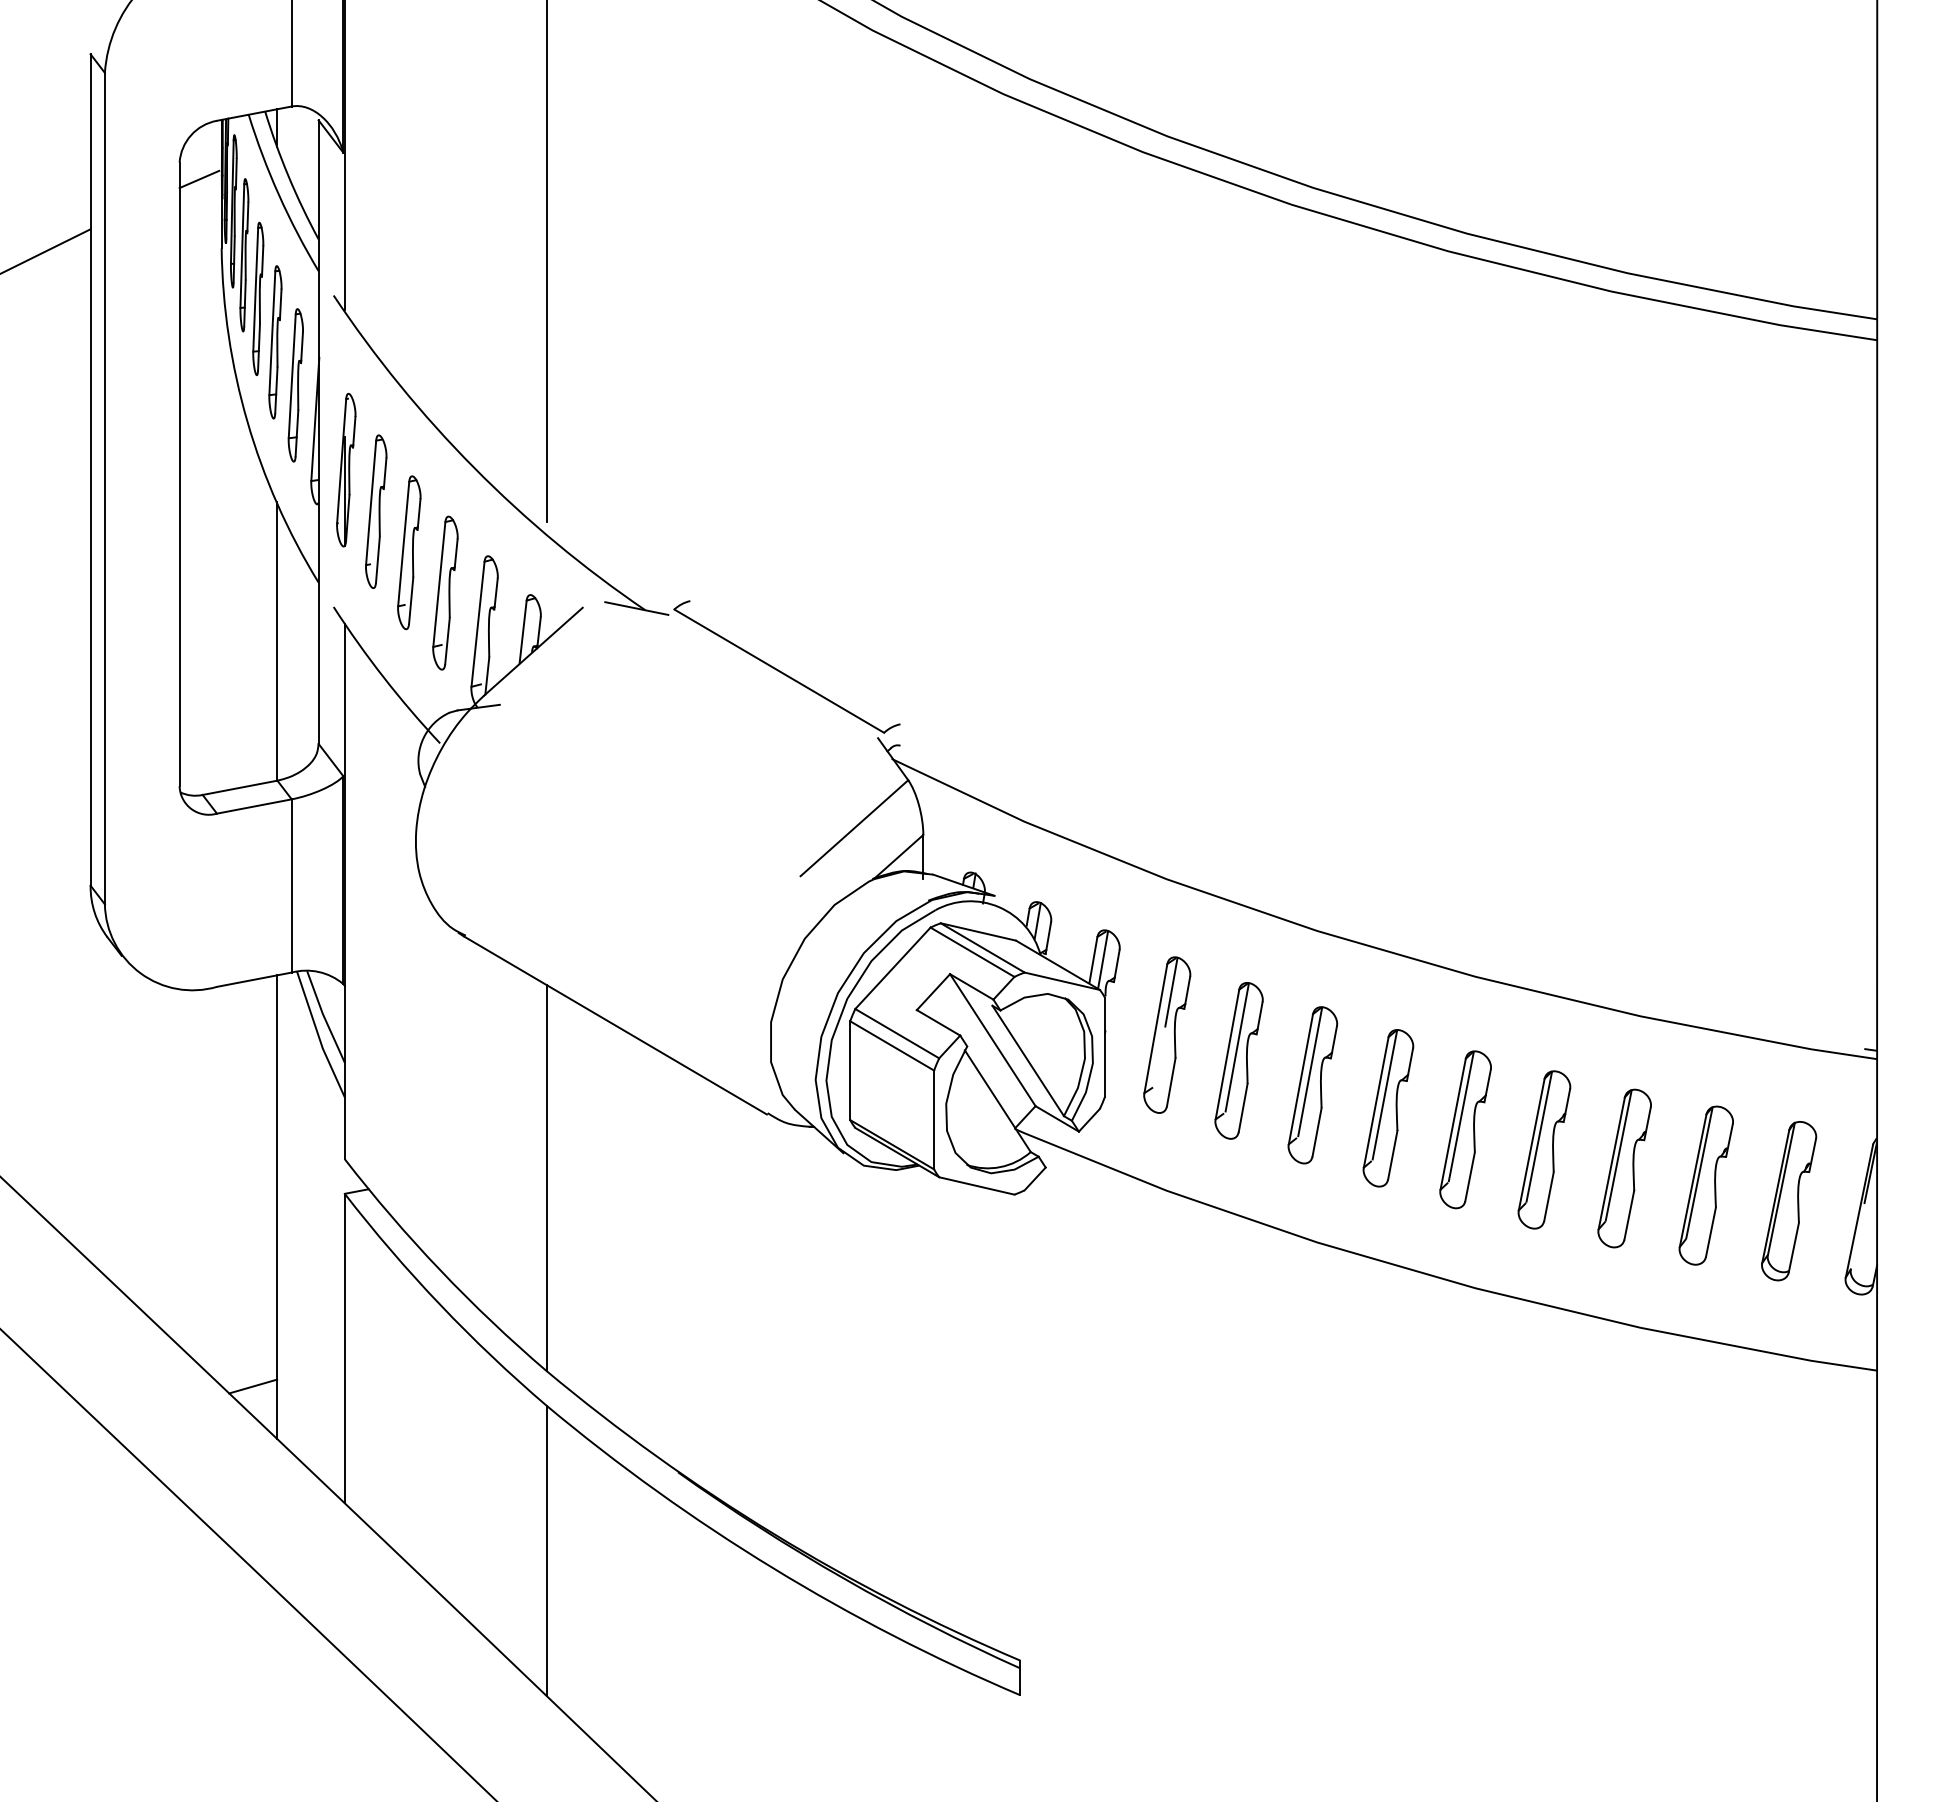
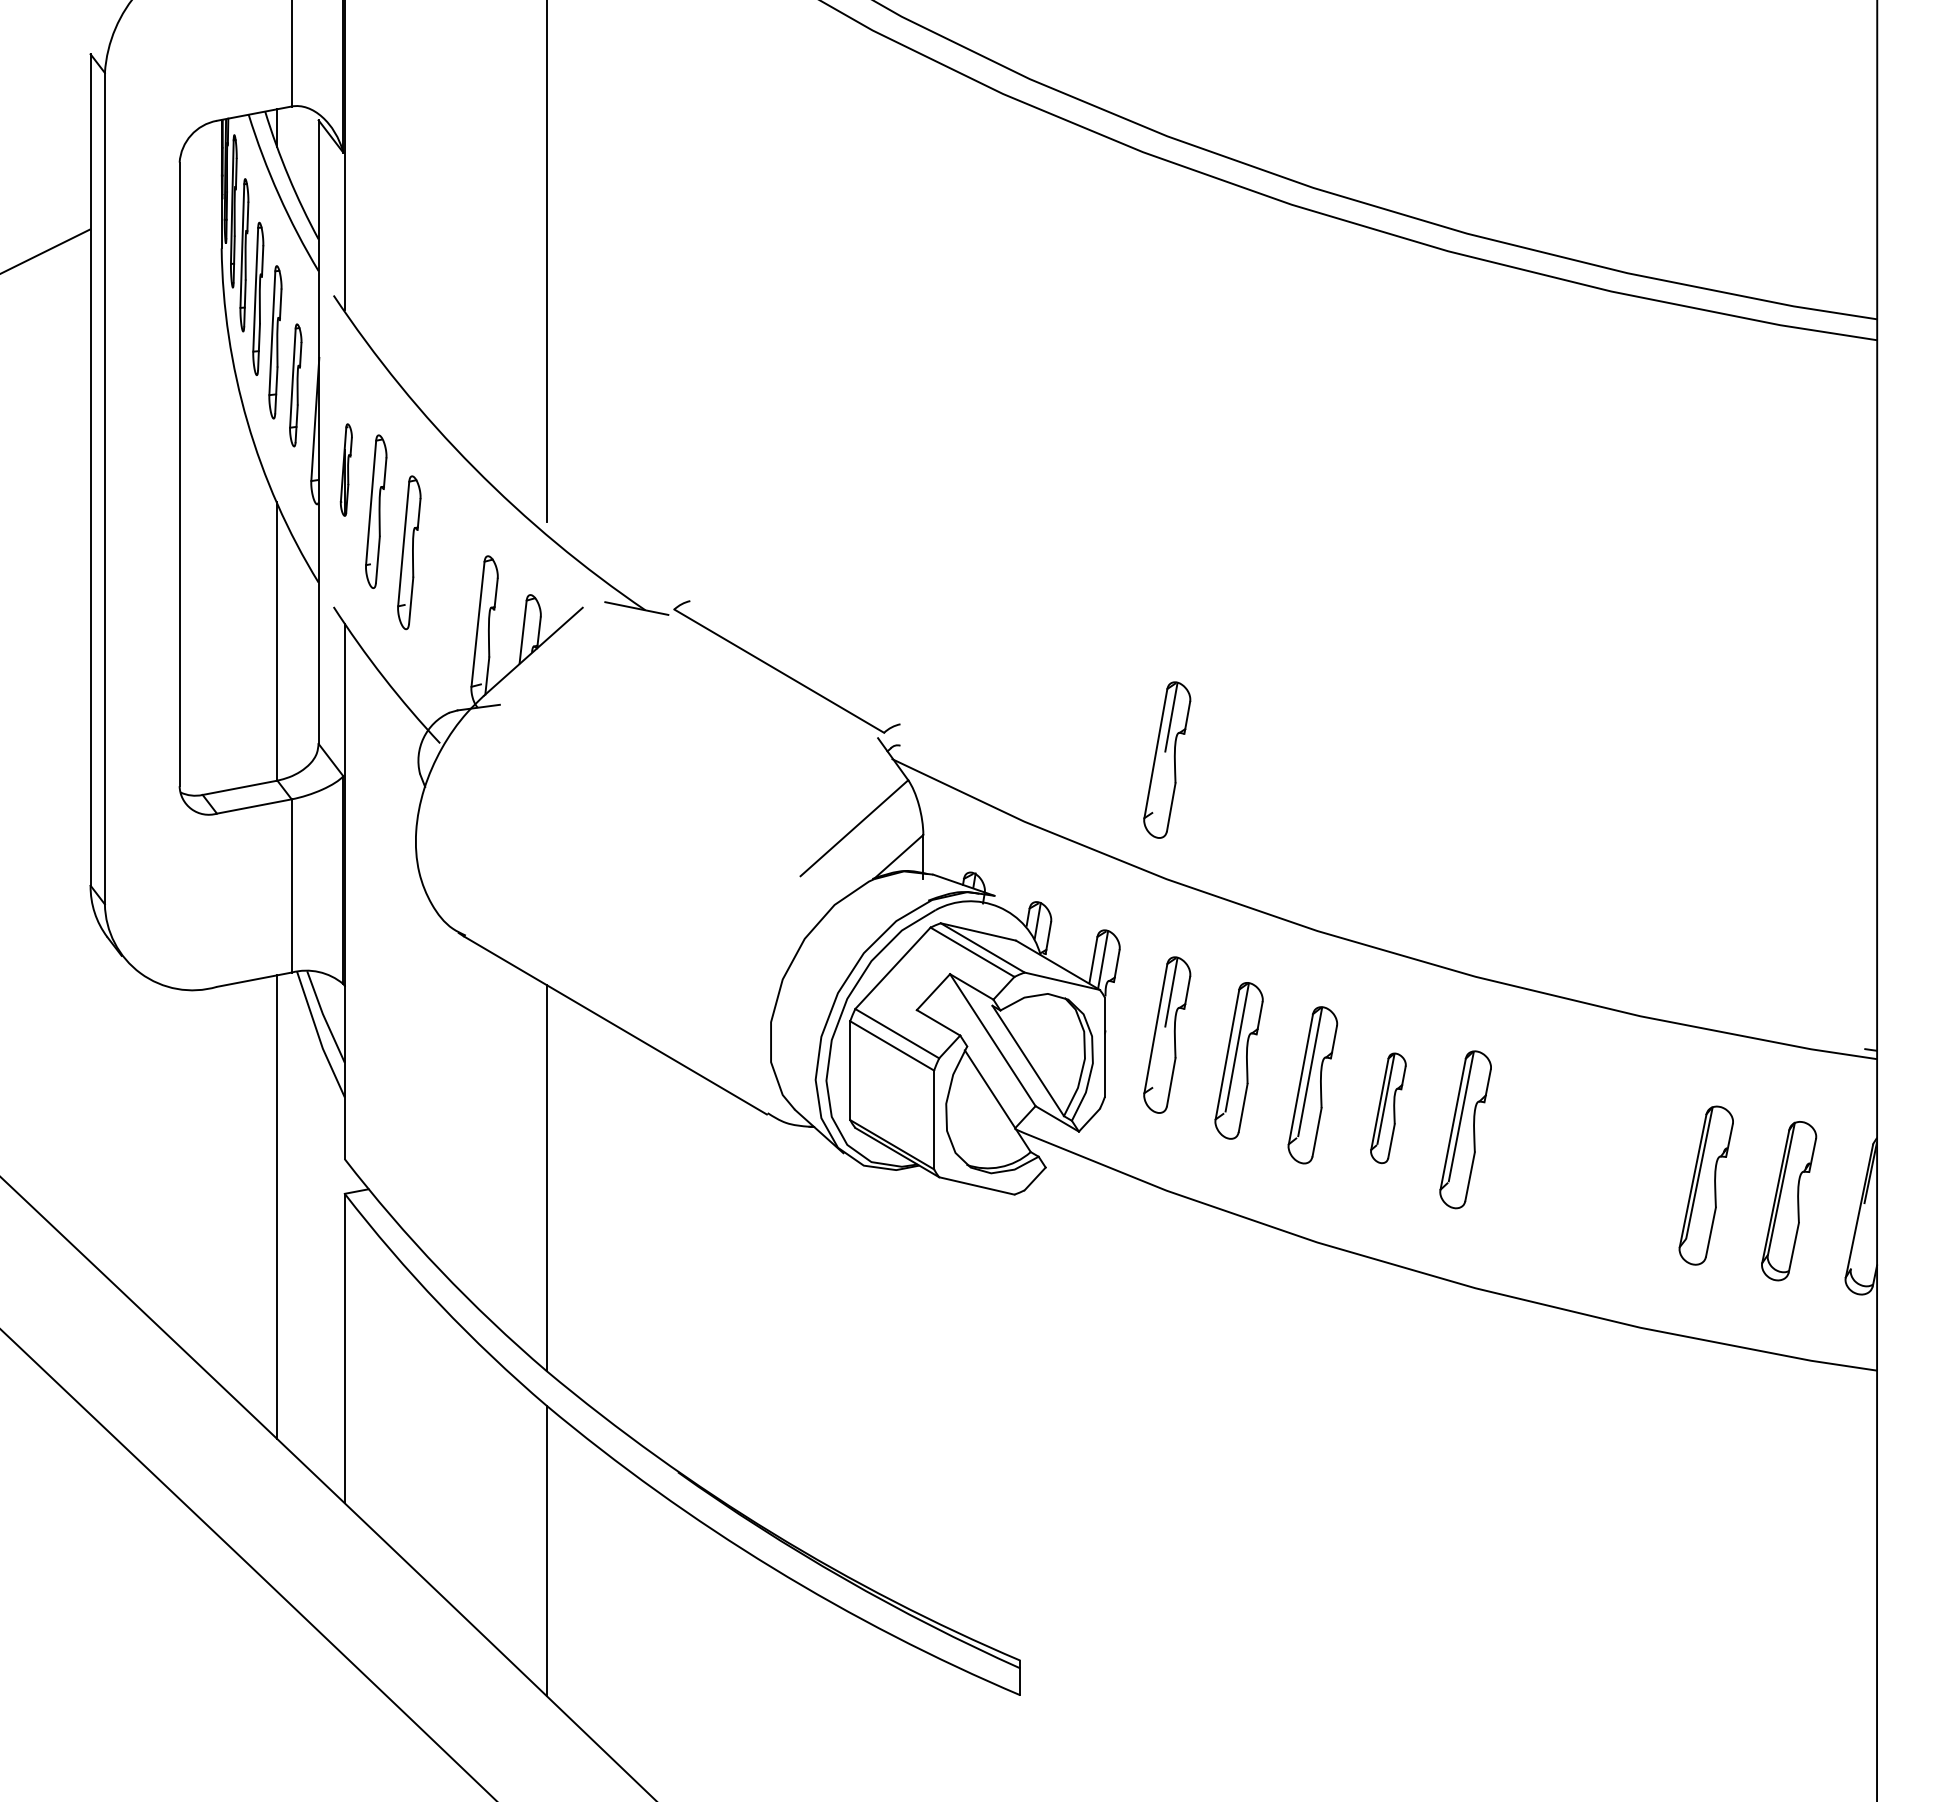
line at (199, 179): present -> none
part at (295, 385) size: 17x155 px -> 14x125 px
part at (346, 469) size: 21x156 px -> 14x94 px
part at (445, 592): present -> none
part at (1167, 759): none -> present
part at (1388, 1108) size: 53x159 px -> 37x113 px
part at (1544, 1149): present -> none
part at (1624, 1168): present -> none
line at (253, 1386): present -> none
